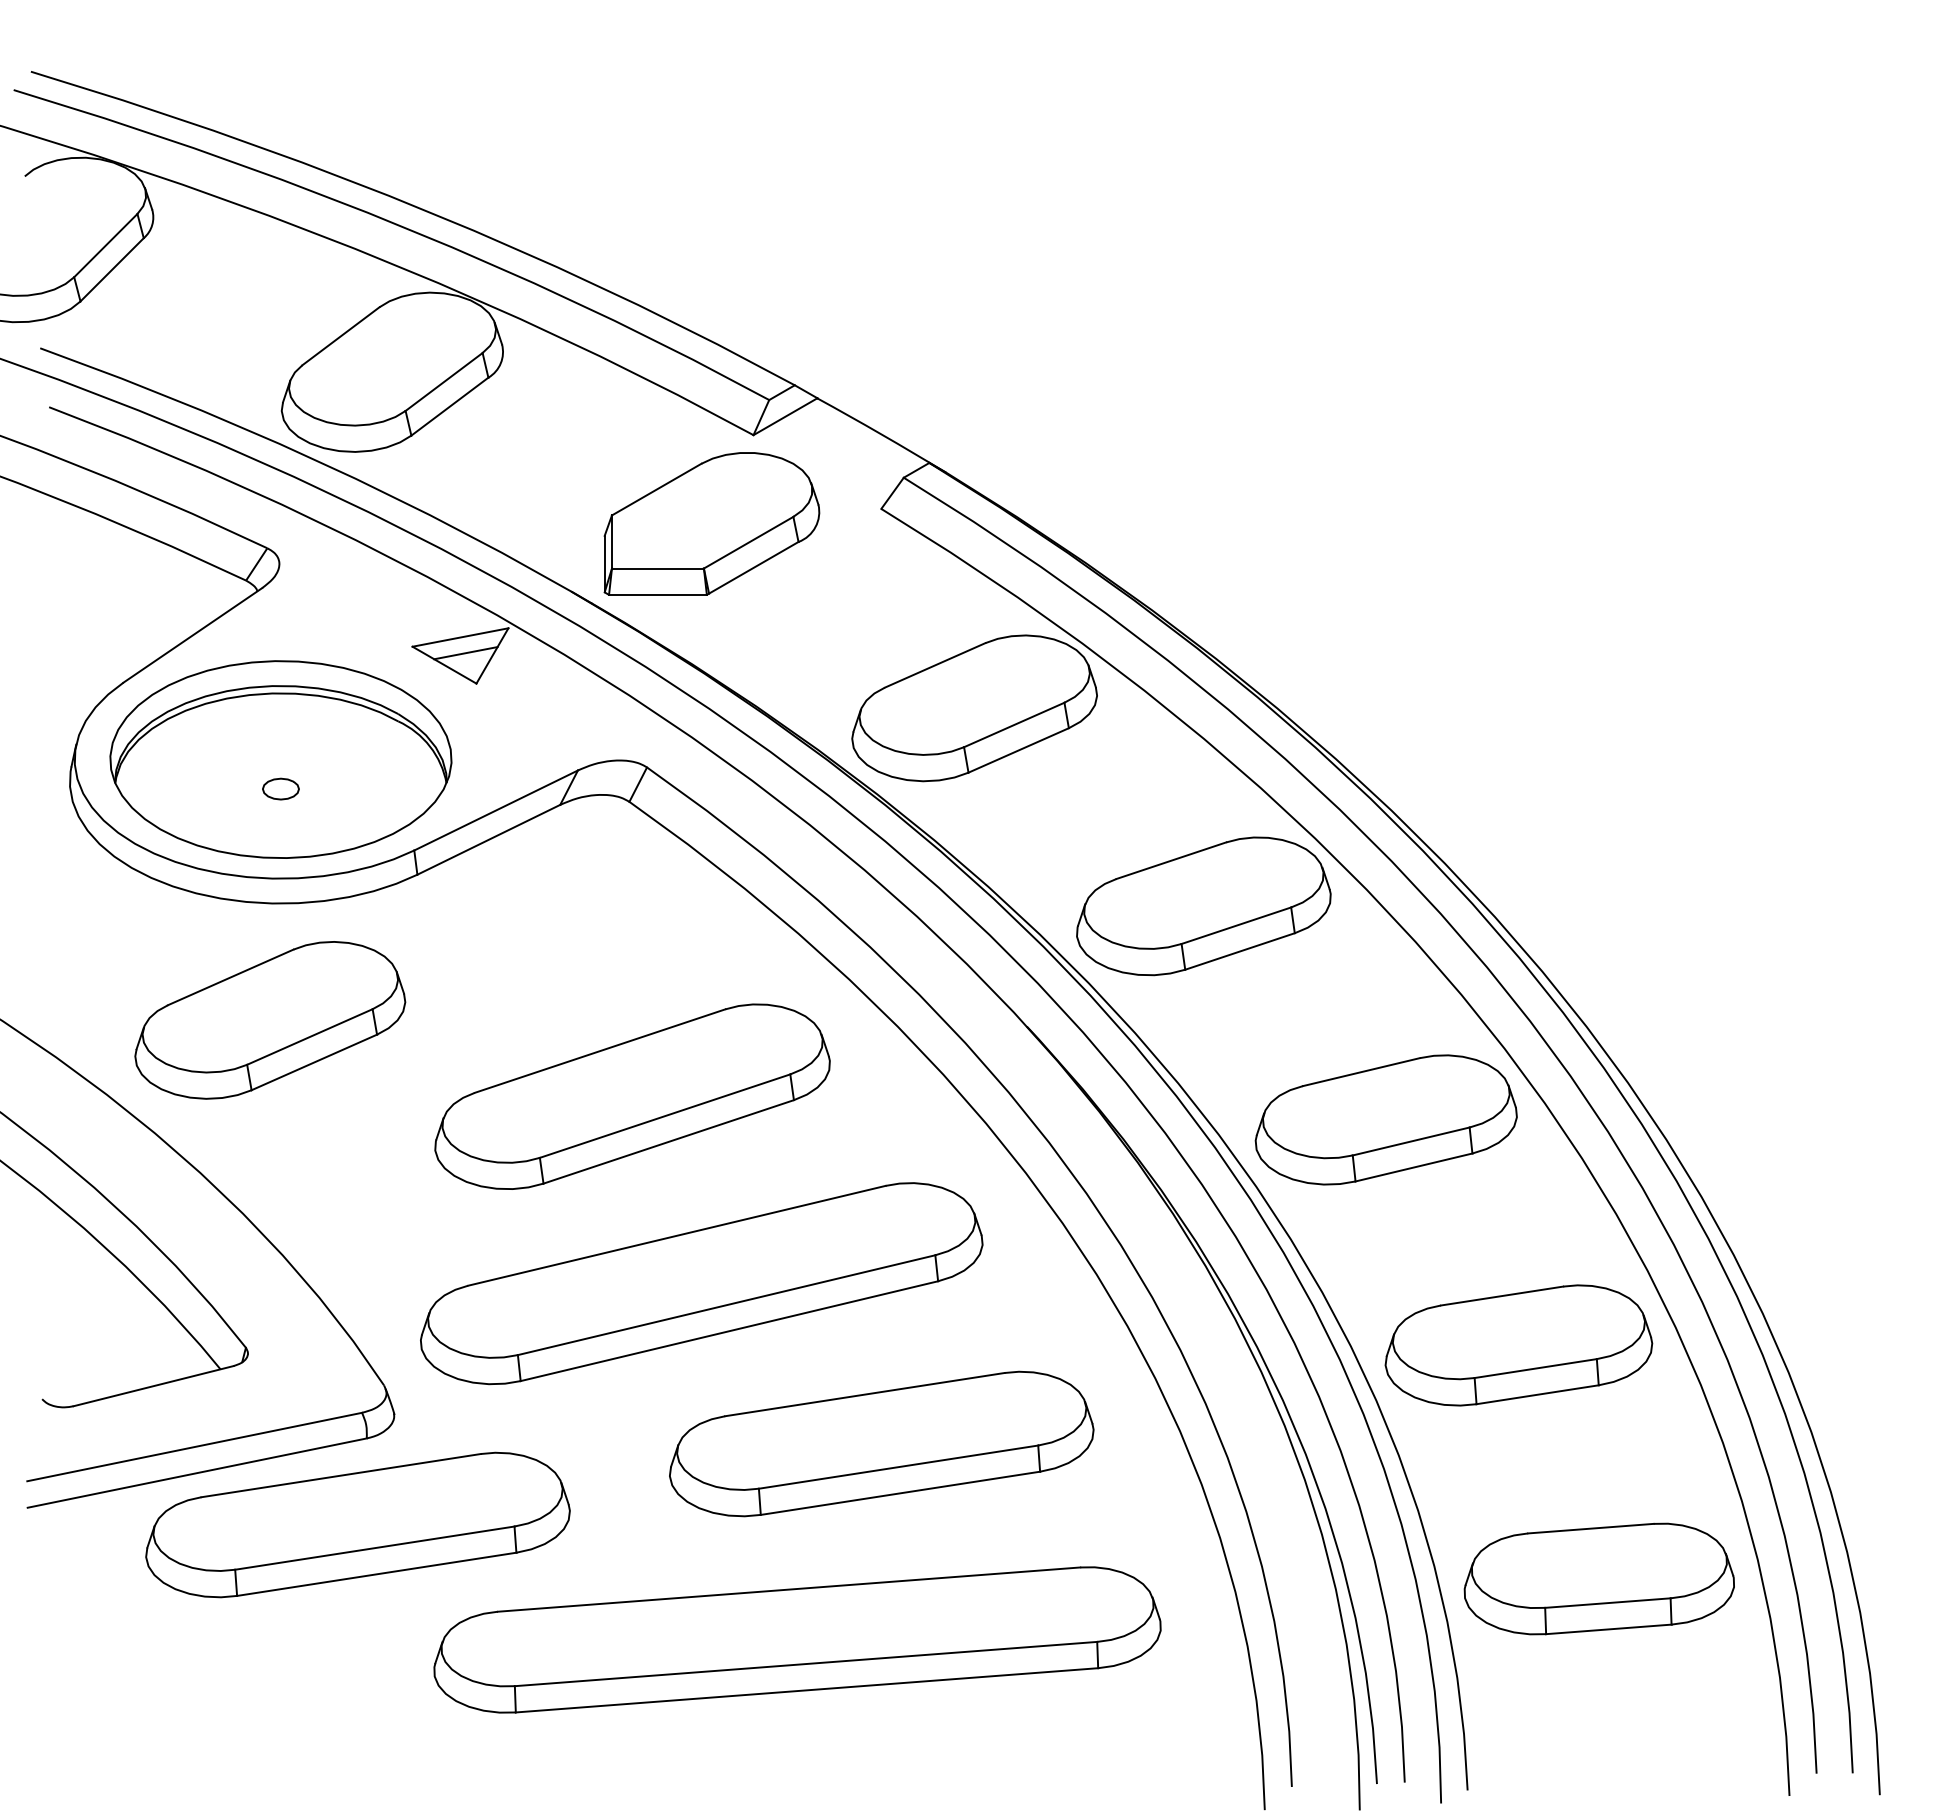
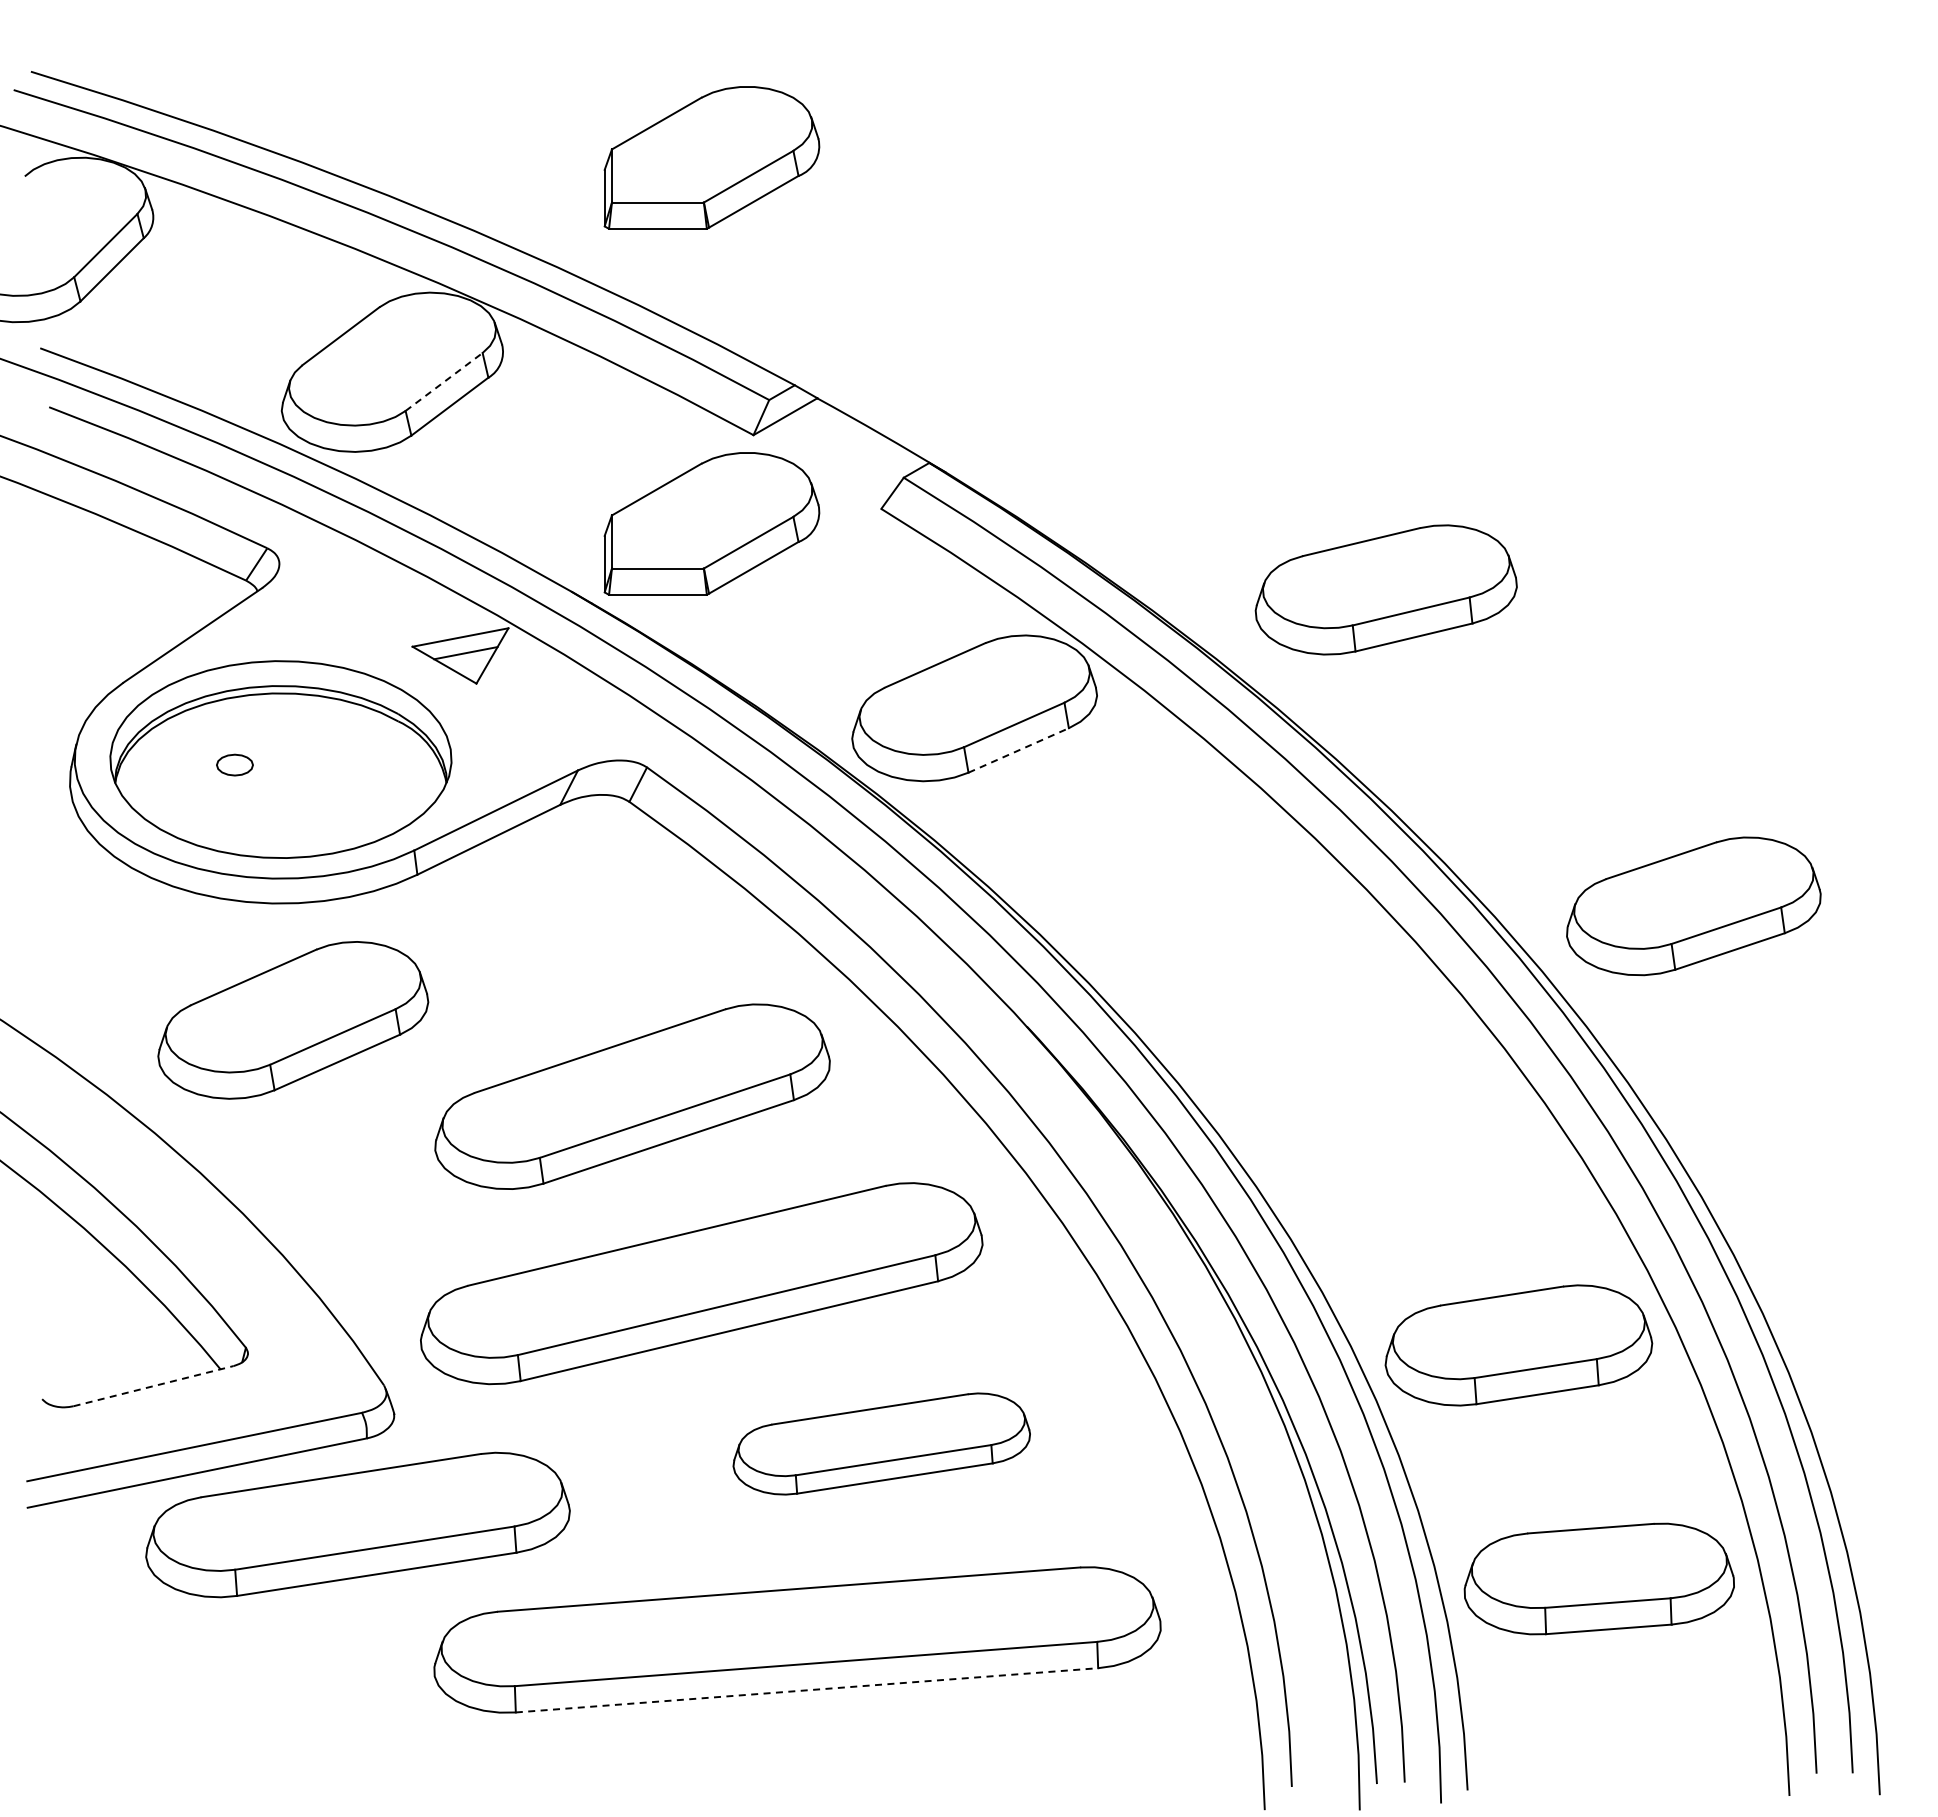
part at (711, 157): none -> present
line at (444, 381): solid -> dashed
line at (1018, 750): solid -> dashed
part at (280, 788) position: (280, 788) -> (234, 764)
part at (1203, 906) position: (1203, 906) -> (1693, 906)
part at (270, 1020) position: (270, 1020) -> (293, 1020)
part at (1385, 1119) position: (1385, 1119) -> (1385, 589)
line at (154, 1386): solid -> dashed
part at (881, 1443) size: 426x148 px -> 299x104 px
line at (807, 1690): solid -> dashed
